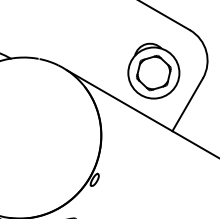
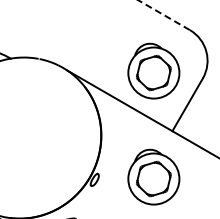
line at (163, 15): solid -> dashed
part at (153, 176): none -> present
